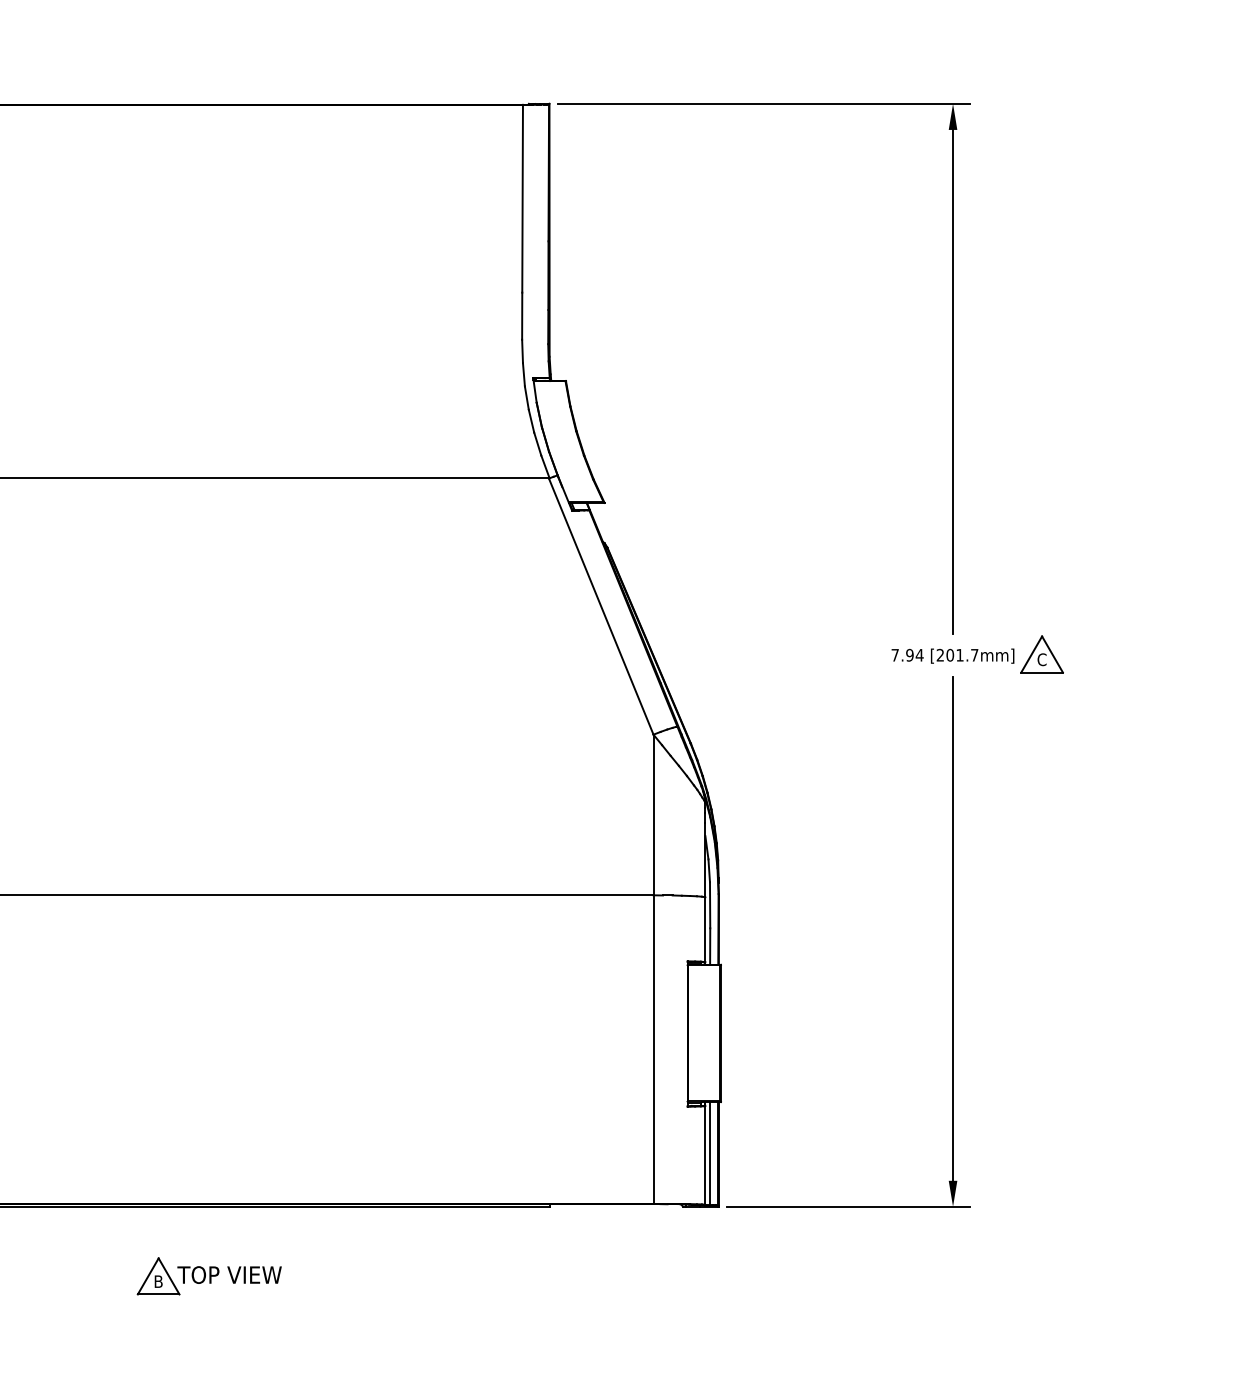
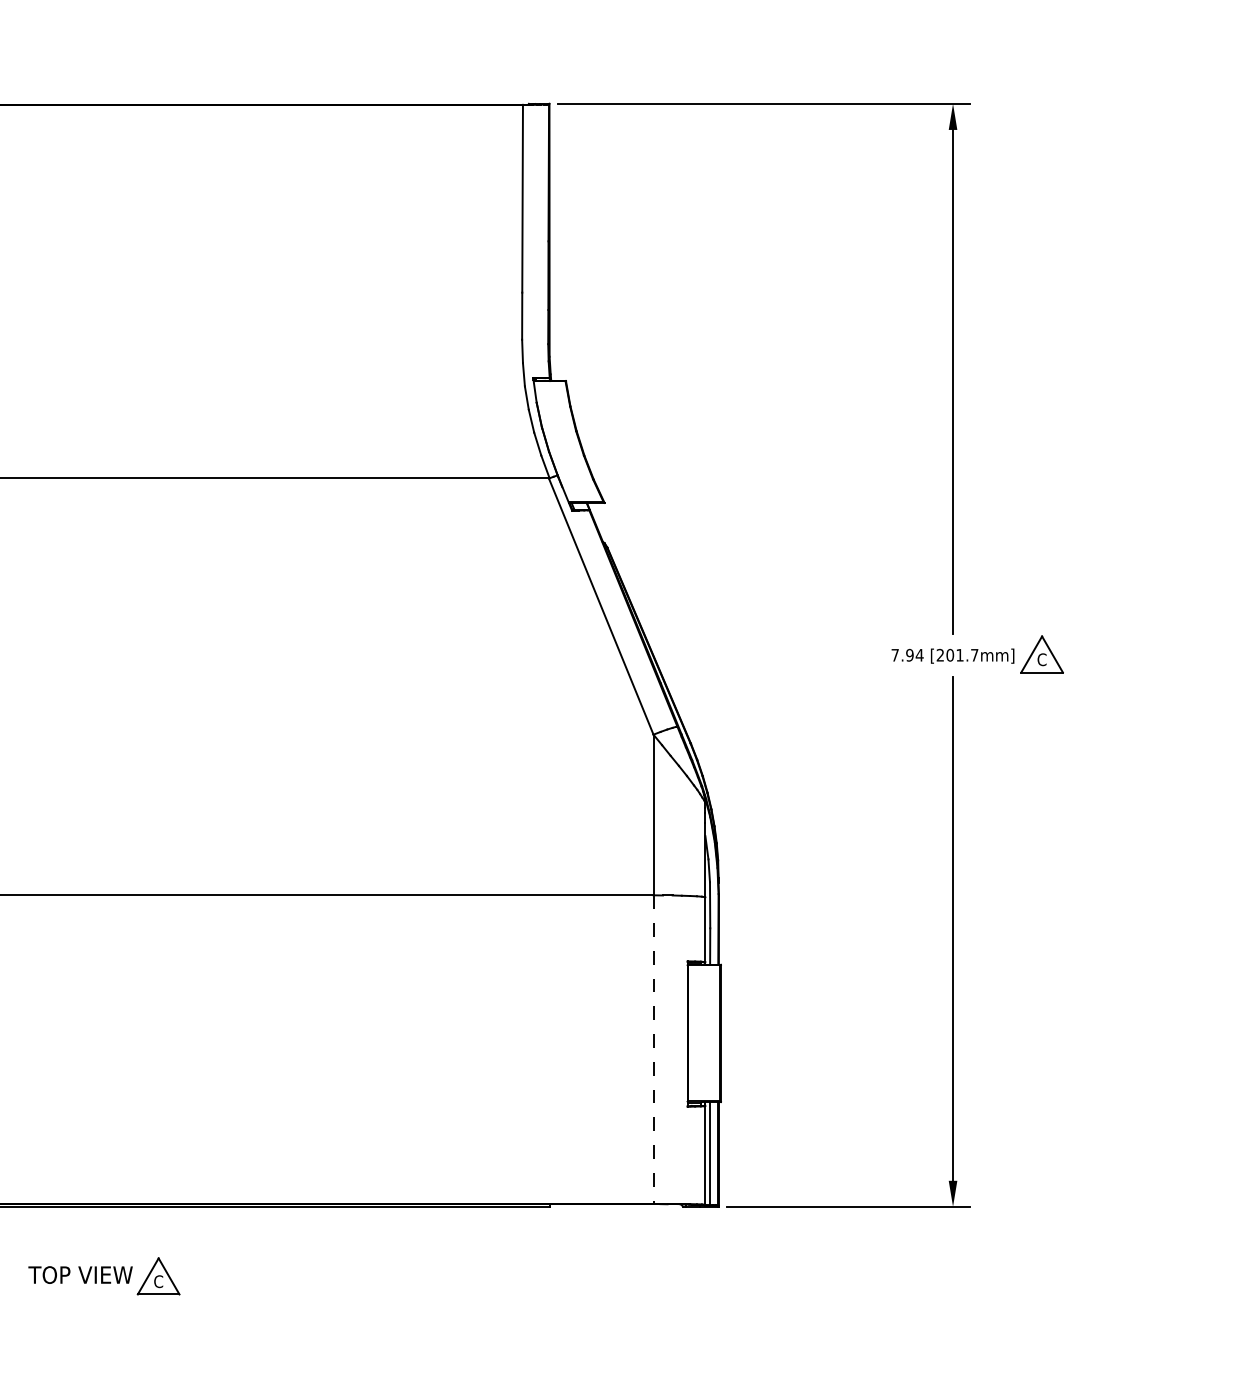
line at (653, 1050): solid -> dashed
text at (229, 1274) position: (229, 1274) -> (80, 1274)
text at (158, 1281): B -> C
